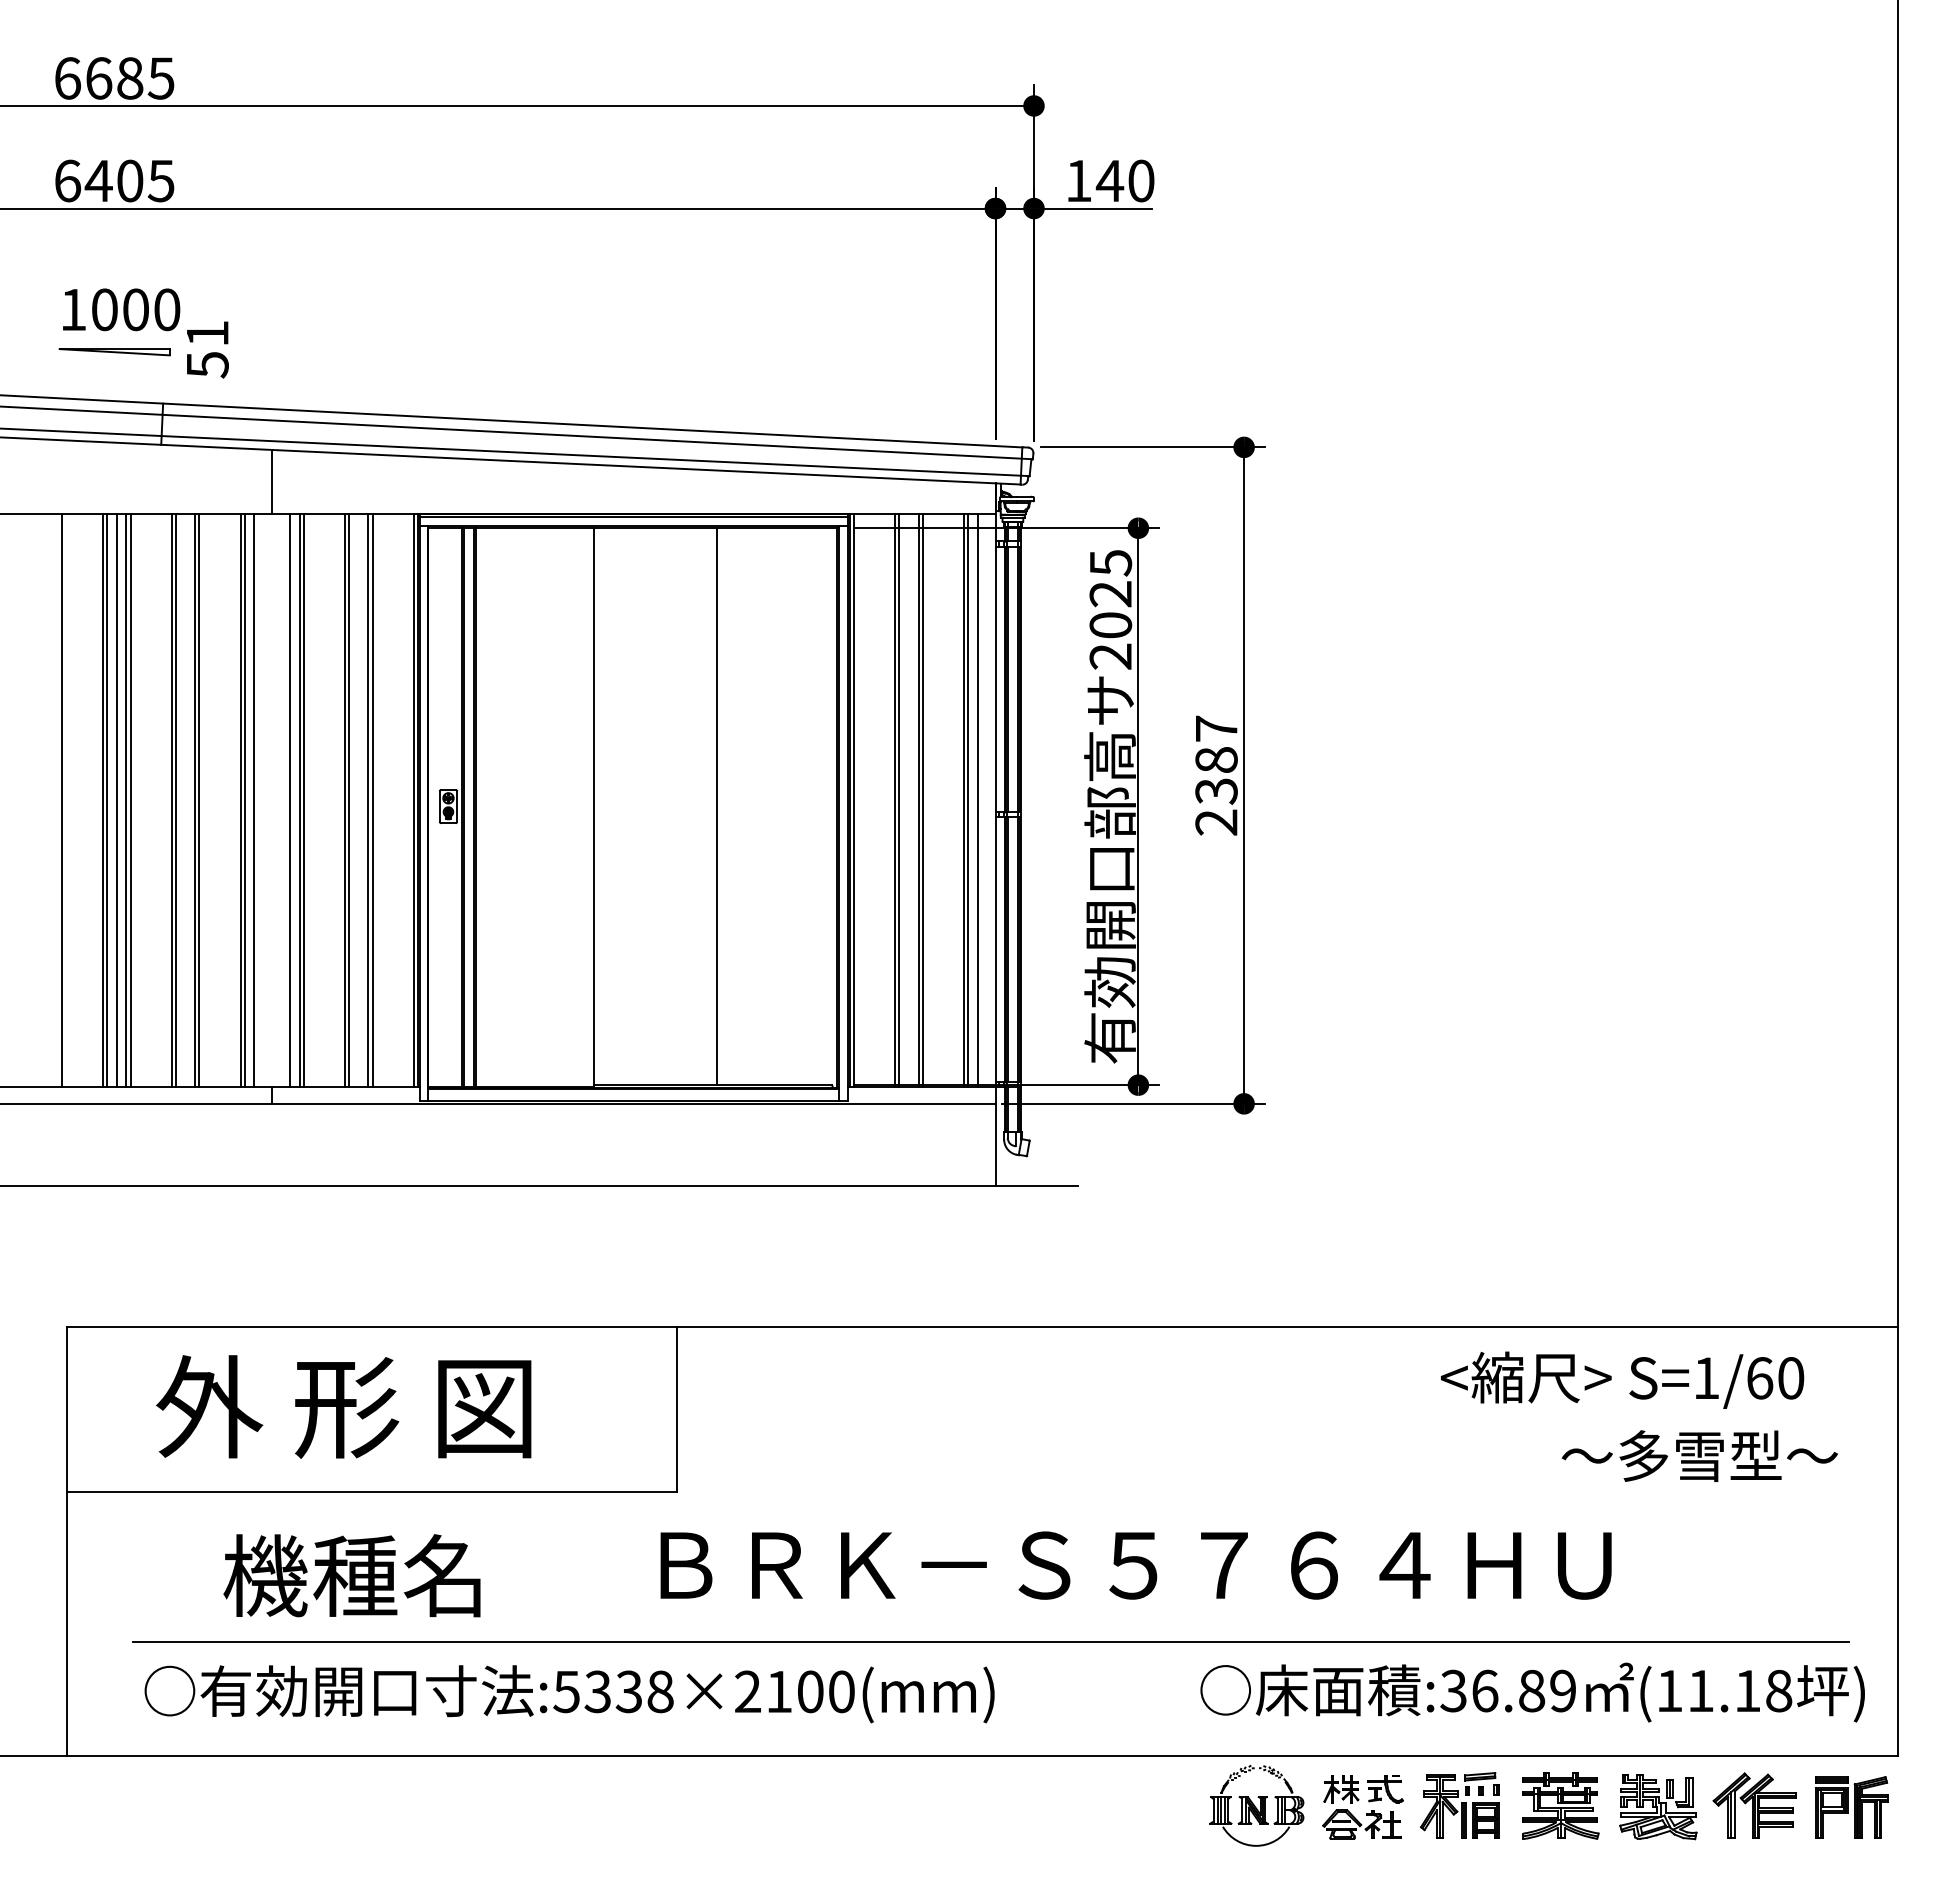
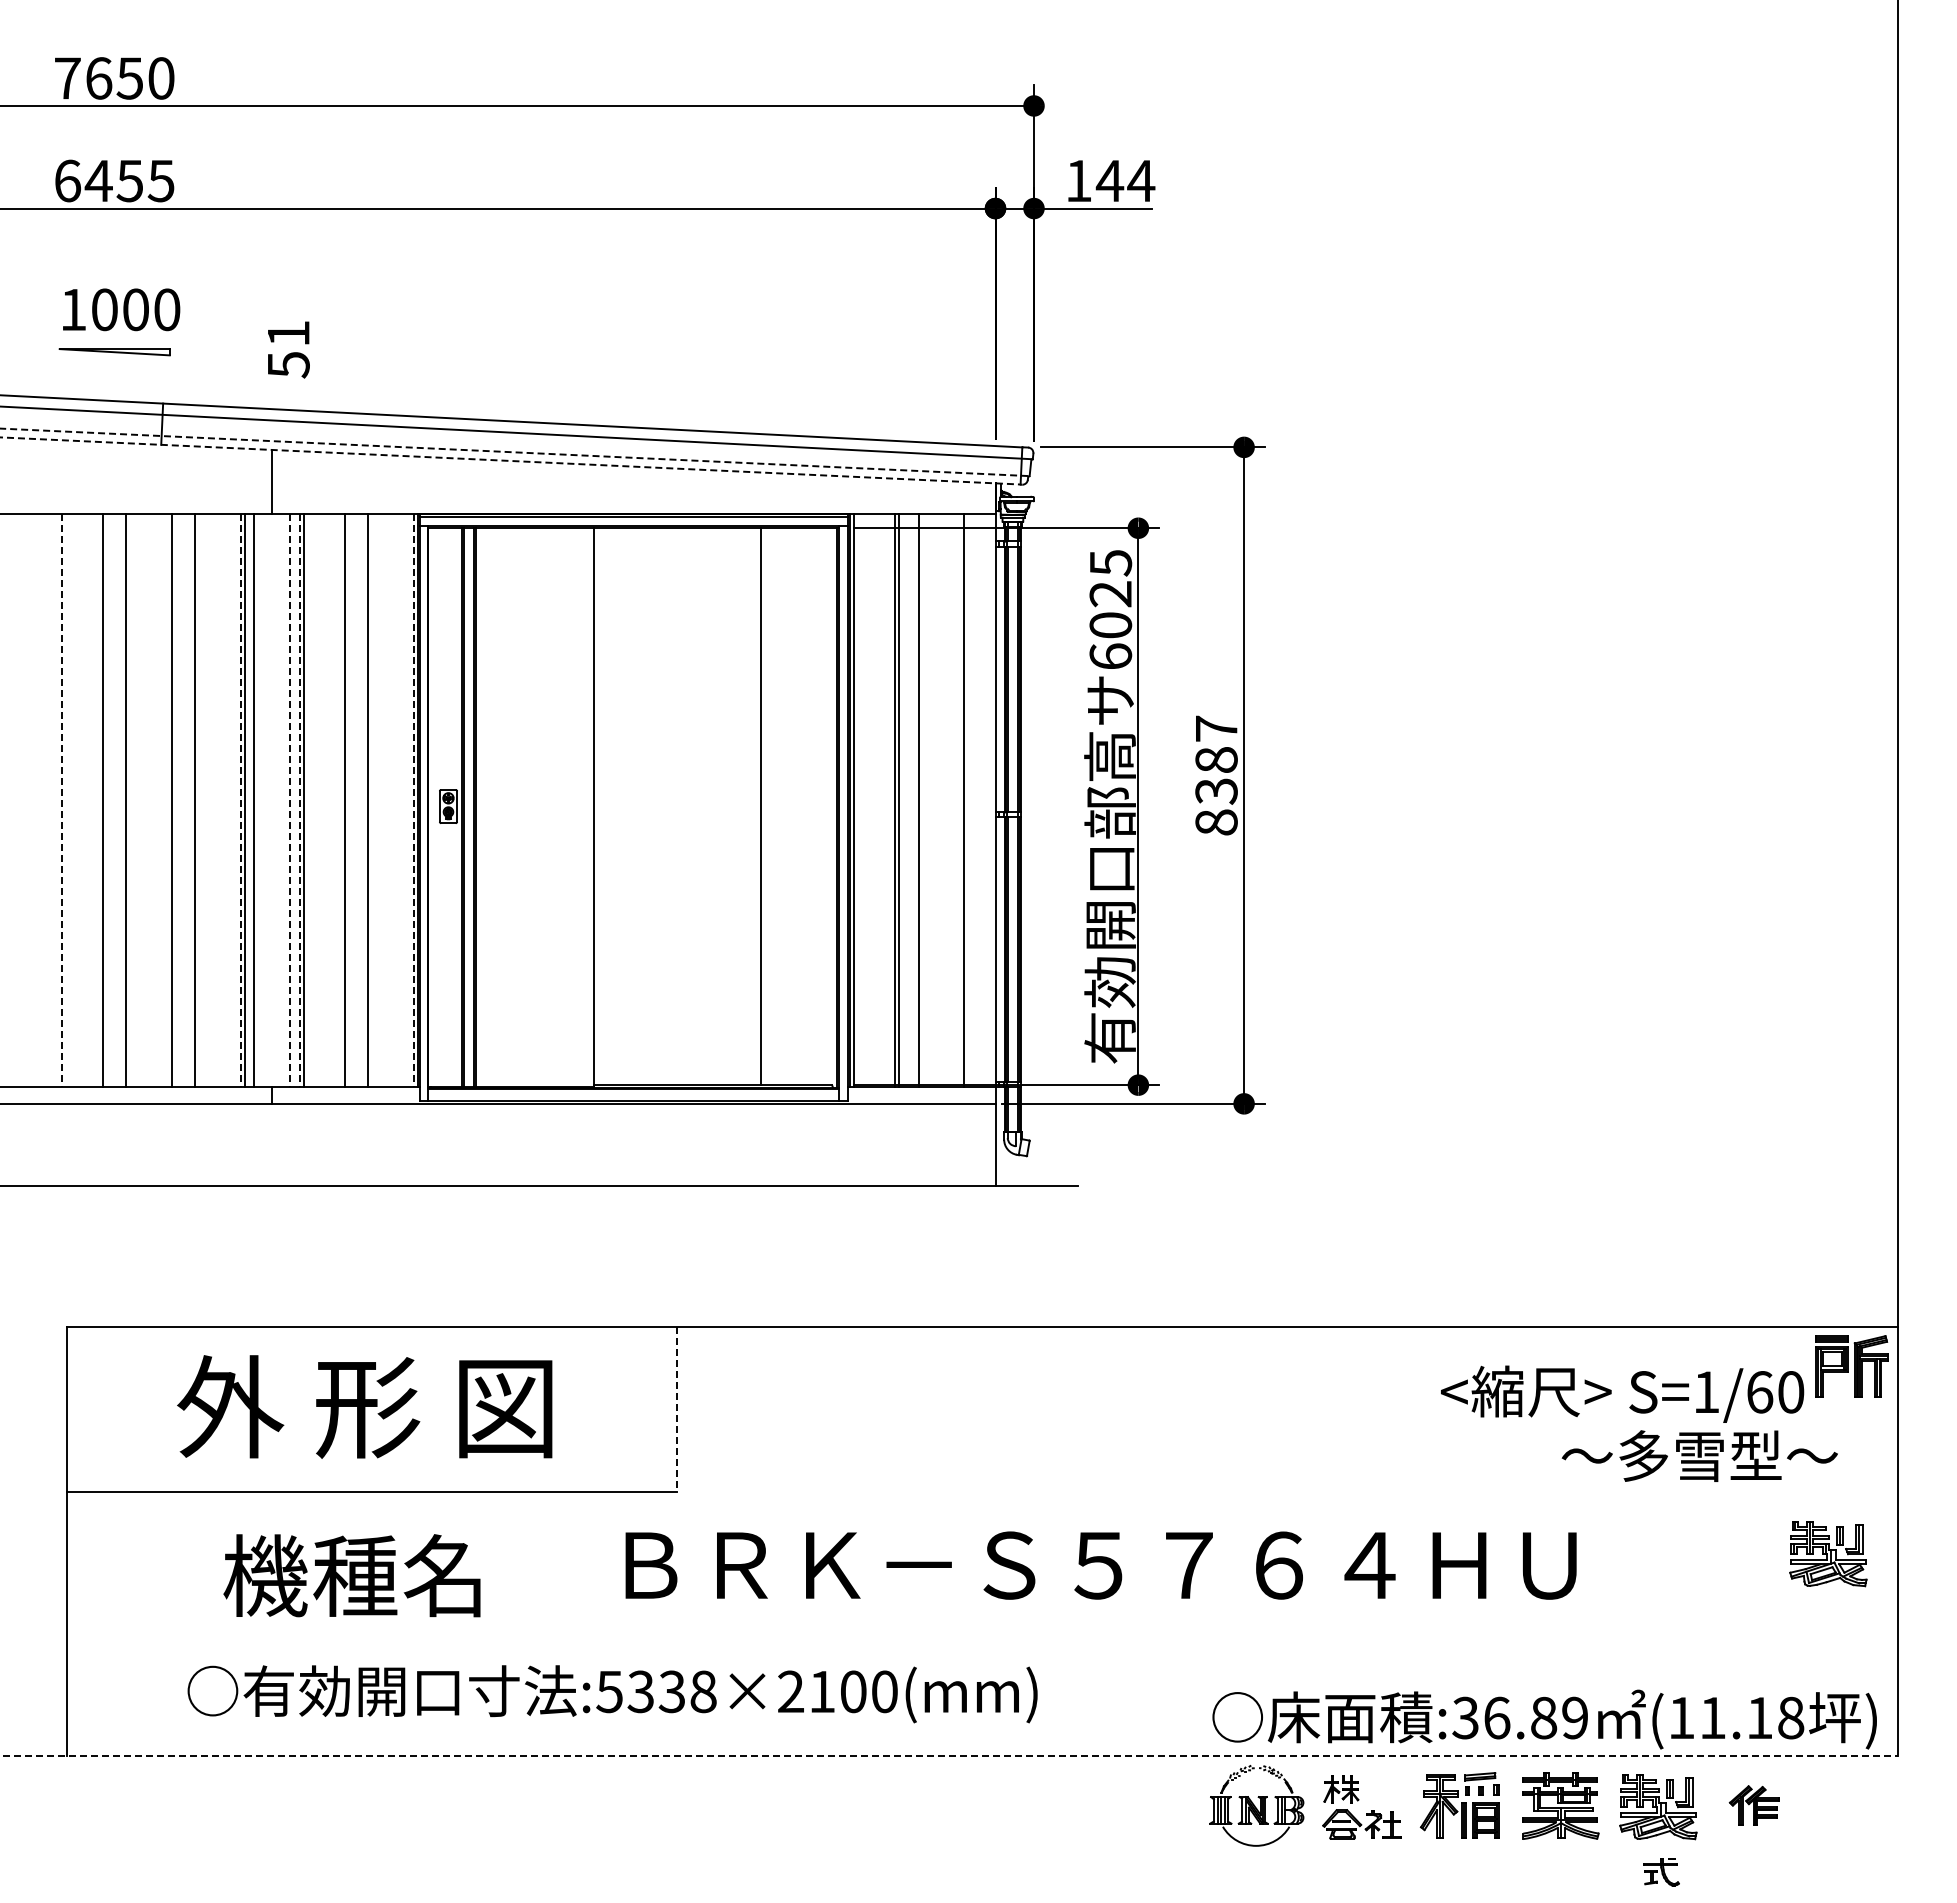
text at (114, 78): 6685 -> 7650
text at (129, 180): 6405 -> 6455
text at (1141, 180): 140 -> 144
text at (207, 349) position: (207, 349) -> (288, 349)
line at (515, 452): solid -> dashed
line at (511, 461): solid -> dashed
text at (1110, 656): 2025 -> 6025
line at (61, 800): solid -> dashed
line at (107, 800): present -> none
line at (116, 800): present -> none
line at (130, 800): present -> none
line at (175, 800): present -> none
line at (199, 800): present -> none
line at (240, 800): solid -> dashed
line at (290, 800): solid -> dashed
line at (299, 800): solid -> dashed
line at (349, 800): present -> none
line at (372, 800): present -> none
line at (413, 800): solid -> dashed
line at (922, 800): present -> none
line at (967, 800): present -> none
line at (977, 800): present -> none
line at (717, 806) position: (717, 806) -> (761, 806)
text at (1216, 822): 2387 -> 8387
text at (1622, 1379) position: (1622, 1379) -> (1622, 1393)
text at (343, 1406) position: (343, 1406) -> (364, 1406)
line at (677, 1409): solid -> dashed
part at (1828, 1554): none -> present
text at (1135, 1565) position: (1135, 1565) -> (1100, 1565)
line at (990, 1641): present -> none
text at (1532, 1692) position: (1532, 1692) -> (1544, 1719)
text at (569, 1694) position: (569, 1694) -> (612, 1694)
line at (950, 1755): solid -> dashed
part at (1385, 1789) position: (1385, 1789) -> (1661, 1872)
part at (1754, 1805) size: 85x67 px -> 52x41 px
part at (1851, 1807) position: (1851, 1807) -> (1851, 1366)
